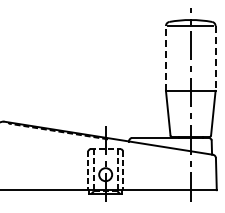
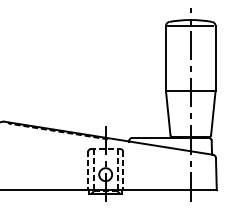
line at (165, 57): dashed -> solid
line at (215, 58): dashed -> solid
